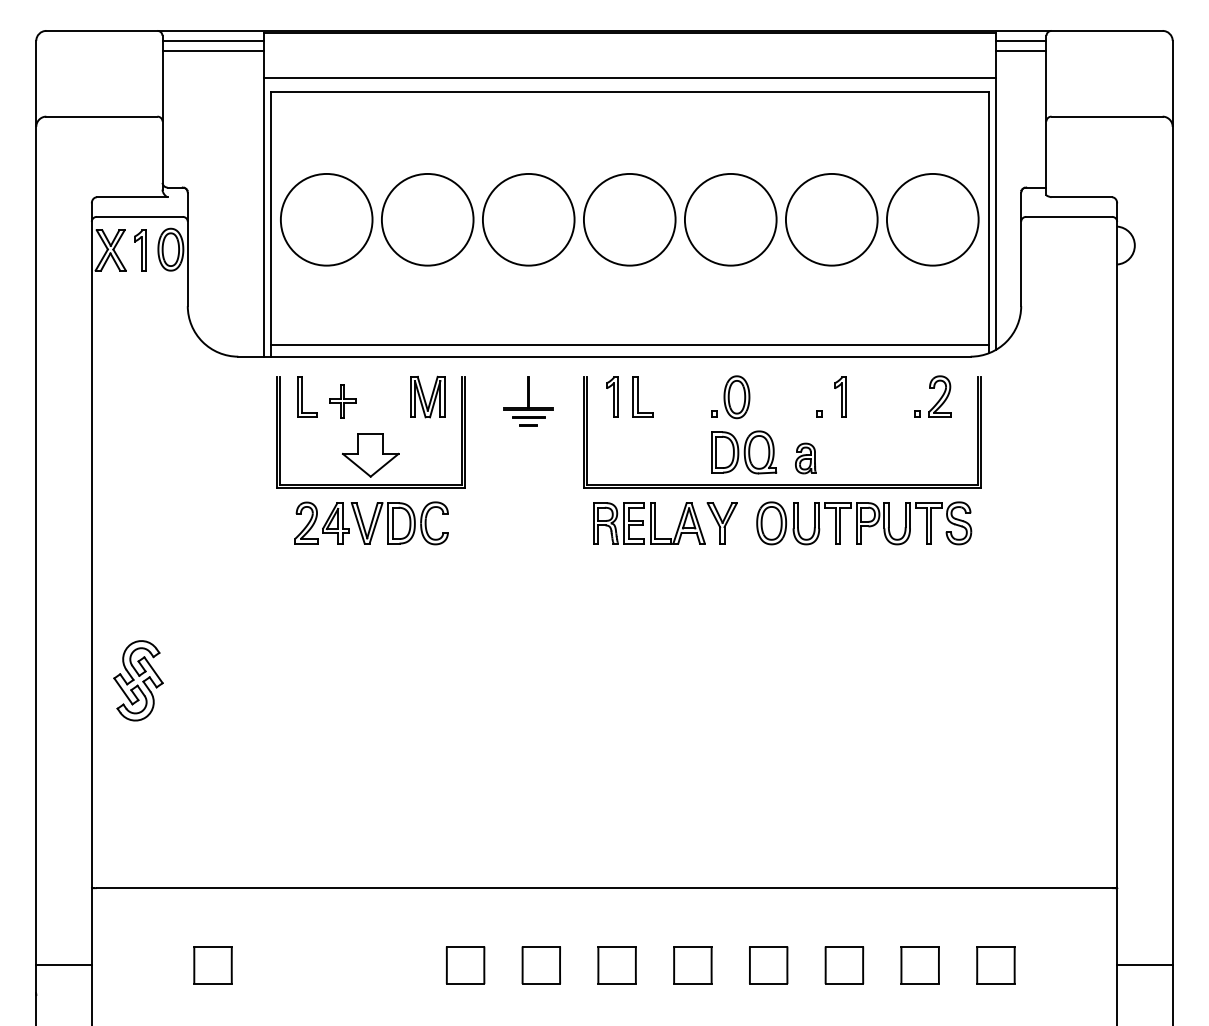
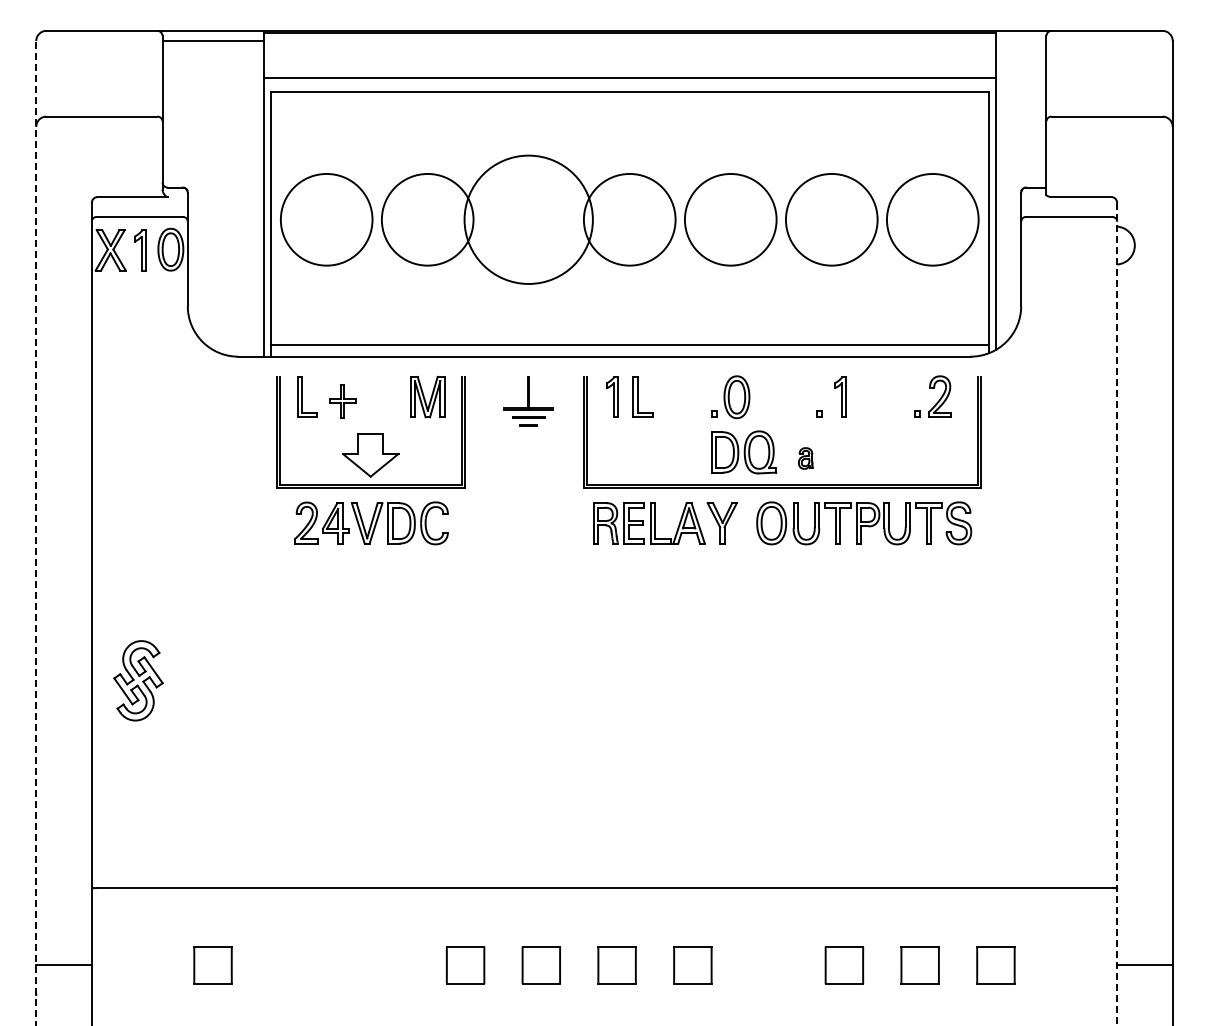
line at (1020, 41): present -> none
line at (212, 51): present -> none
line at (1020, 51): present -> none
circle at (528, 219) diameter: 92 px -> 128 px
part at (805, 458) size: 22x33 px -> 16x23 px
line at (36, 532): solid -> dashed
line at (1117, 614): solid -> dashed
part at (768, 965): present -> none
